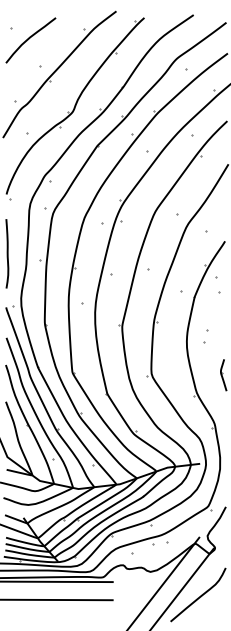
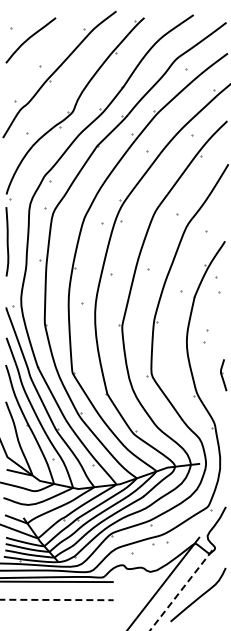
curve at (7, 253) position: (7, 253) -> (7, 241)
line at (182, 589): solid -> dashed
line at (57, 599): solid -> dashed
